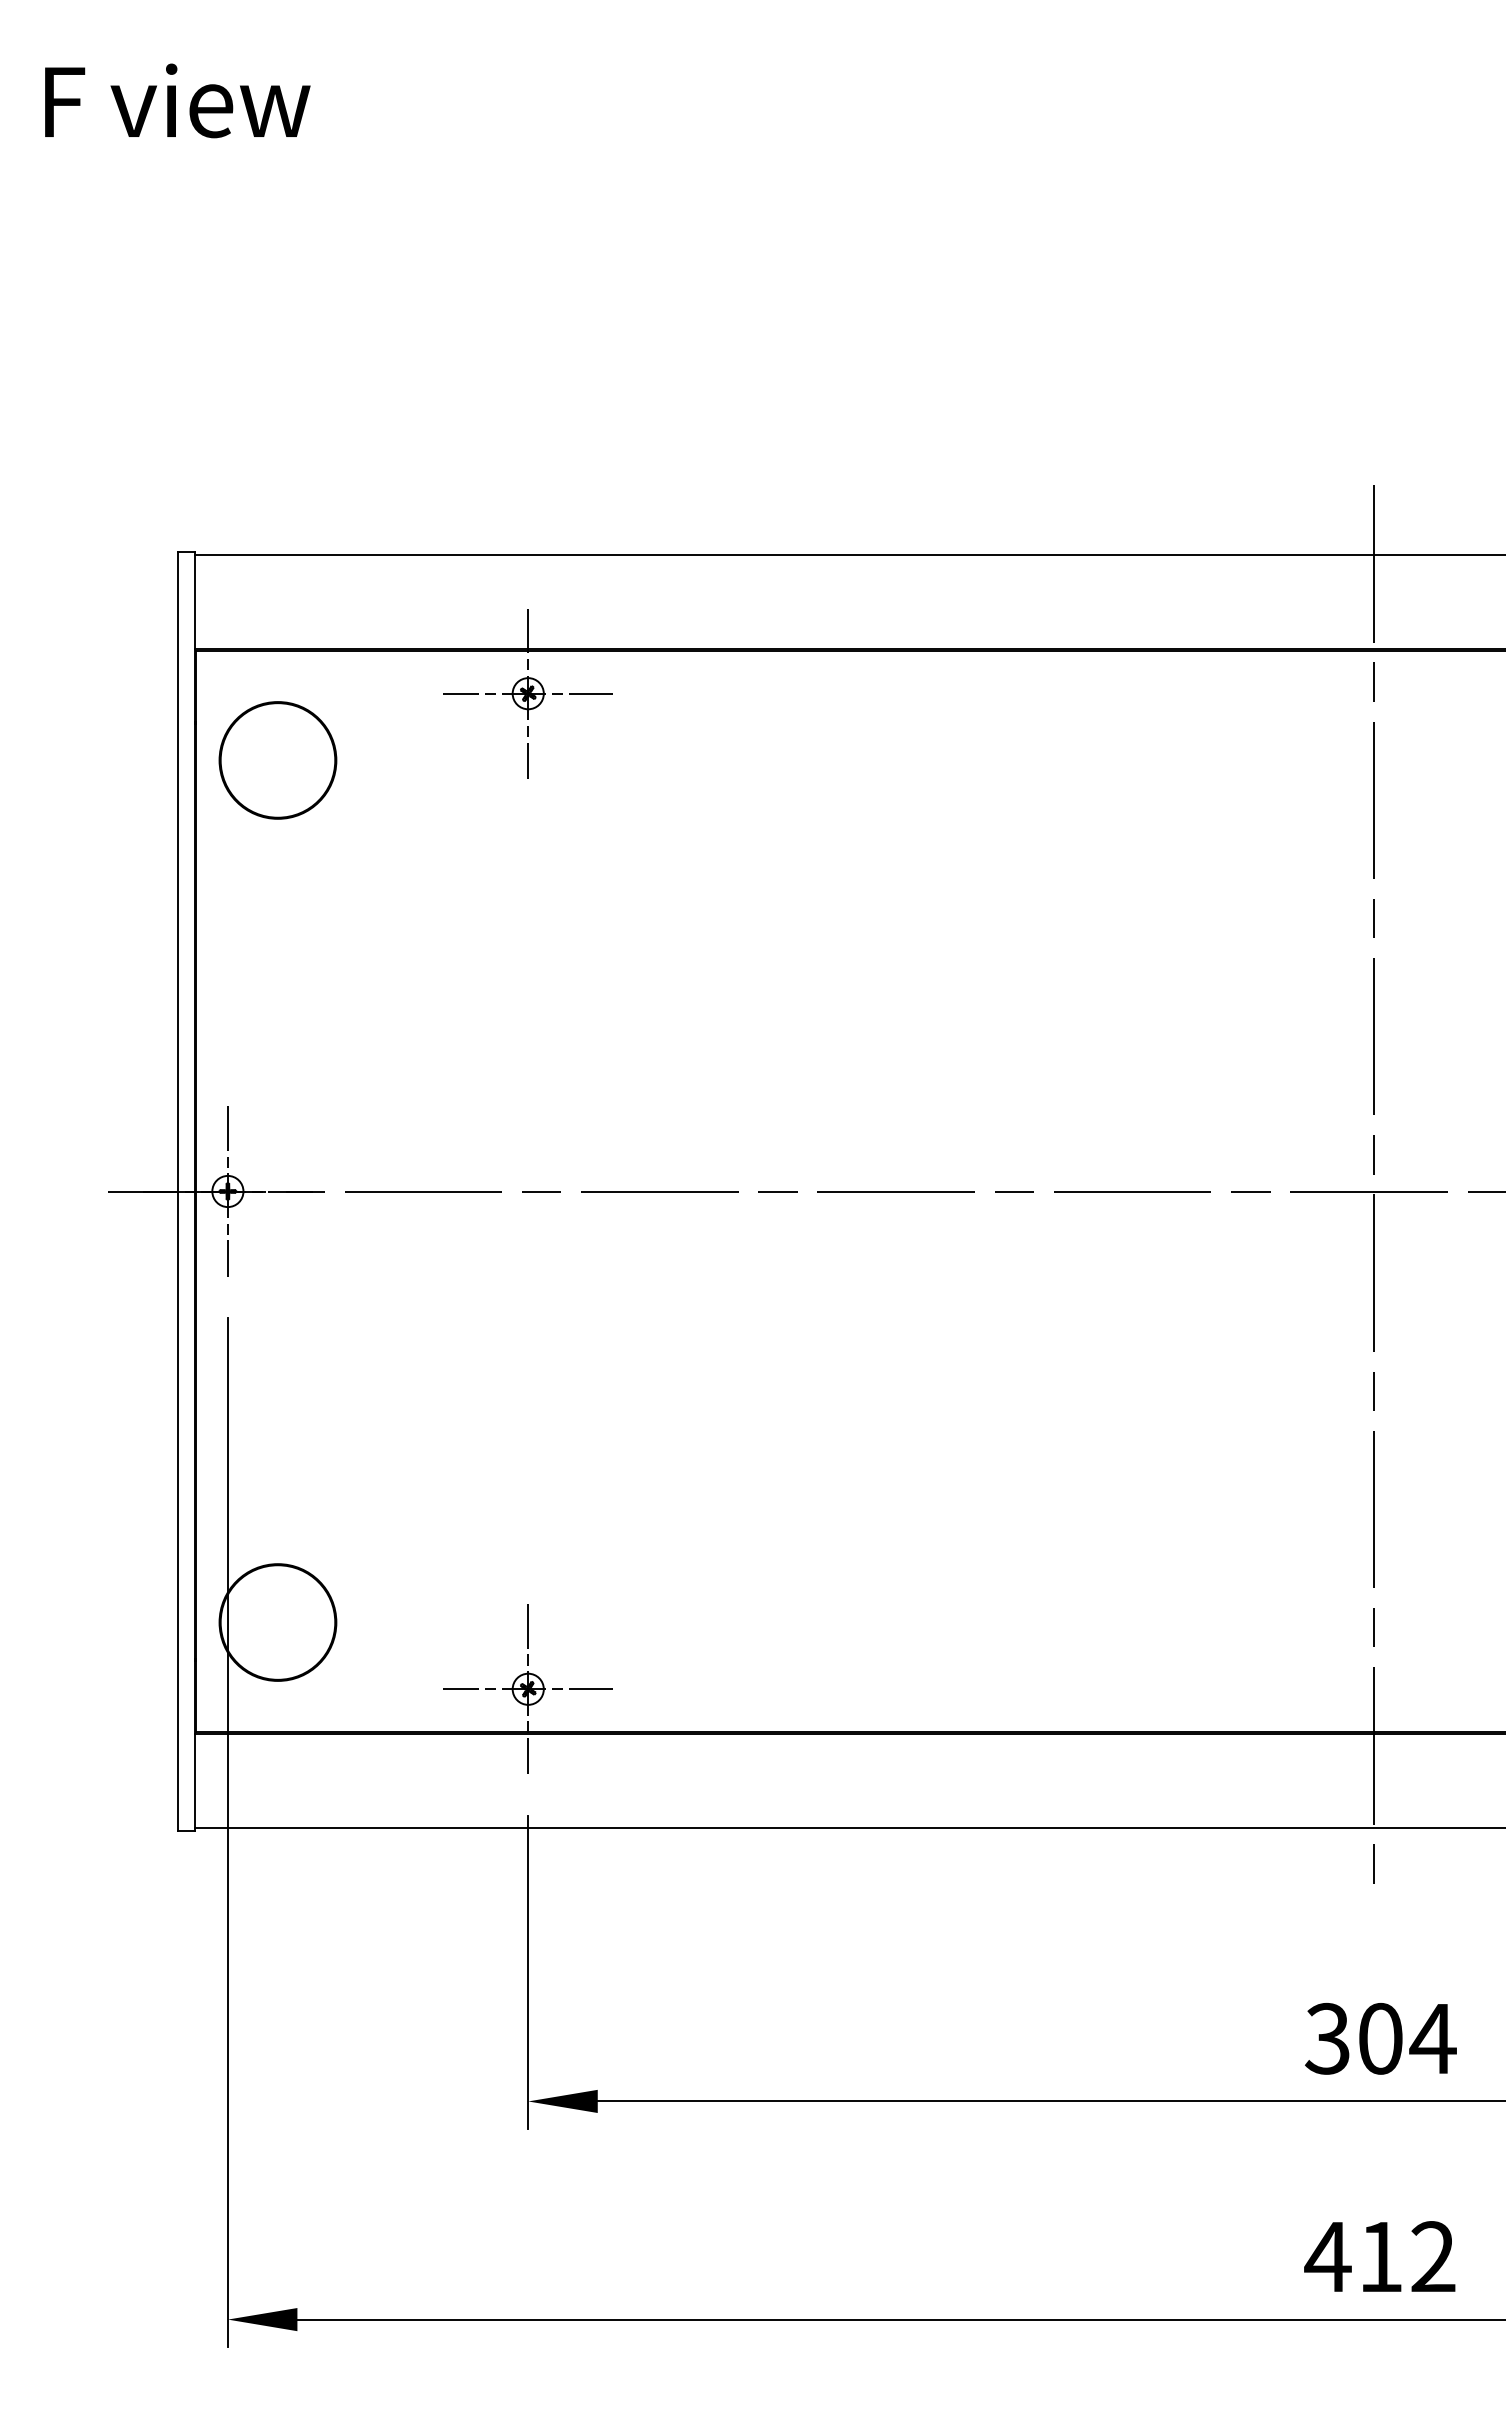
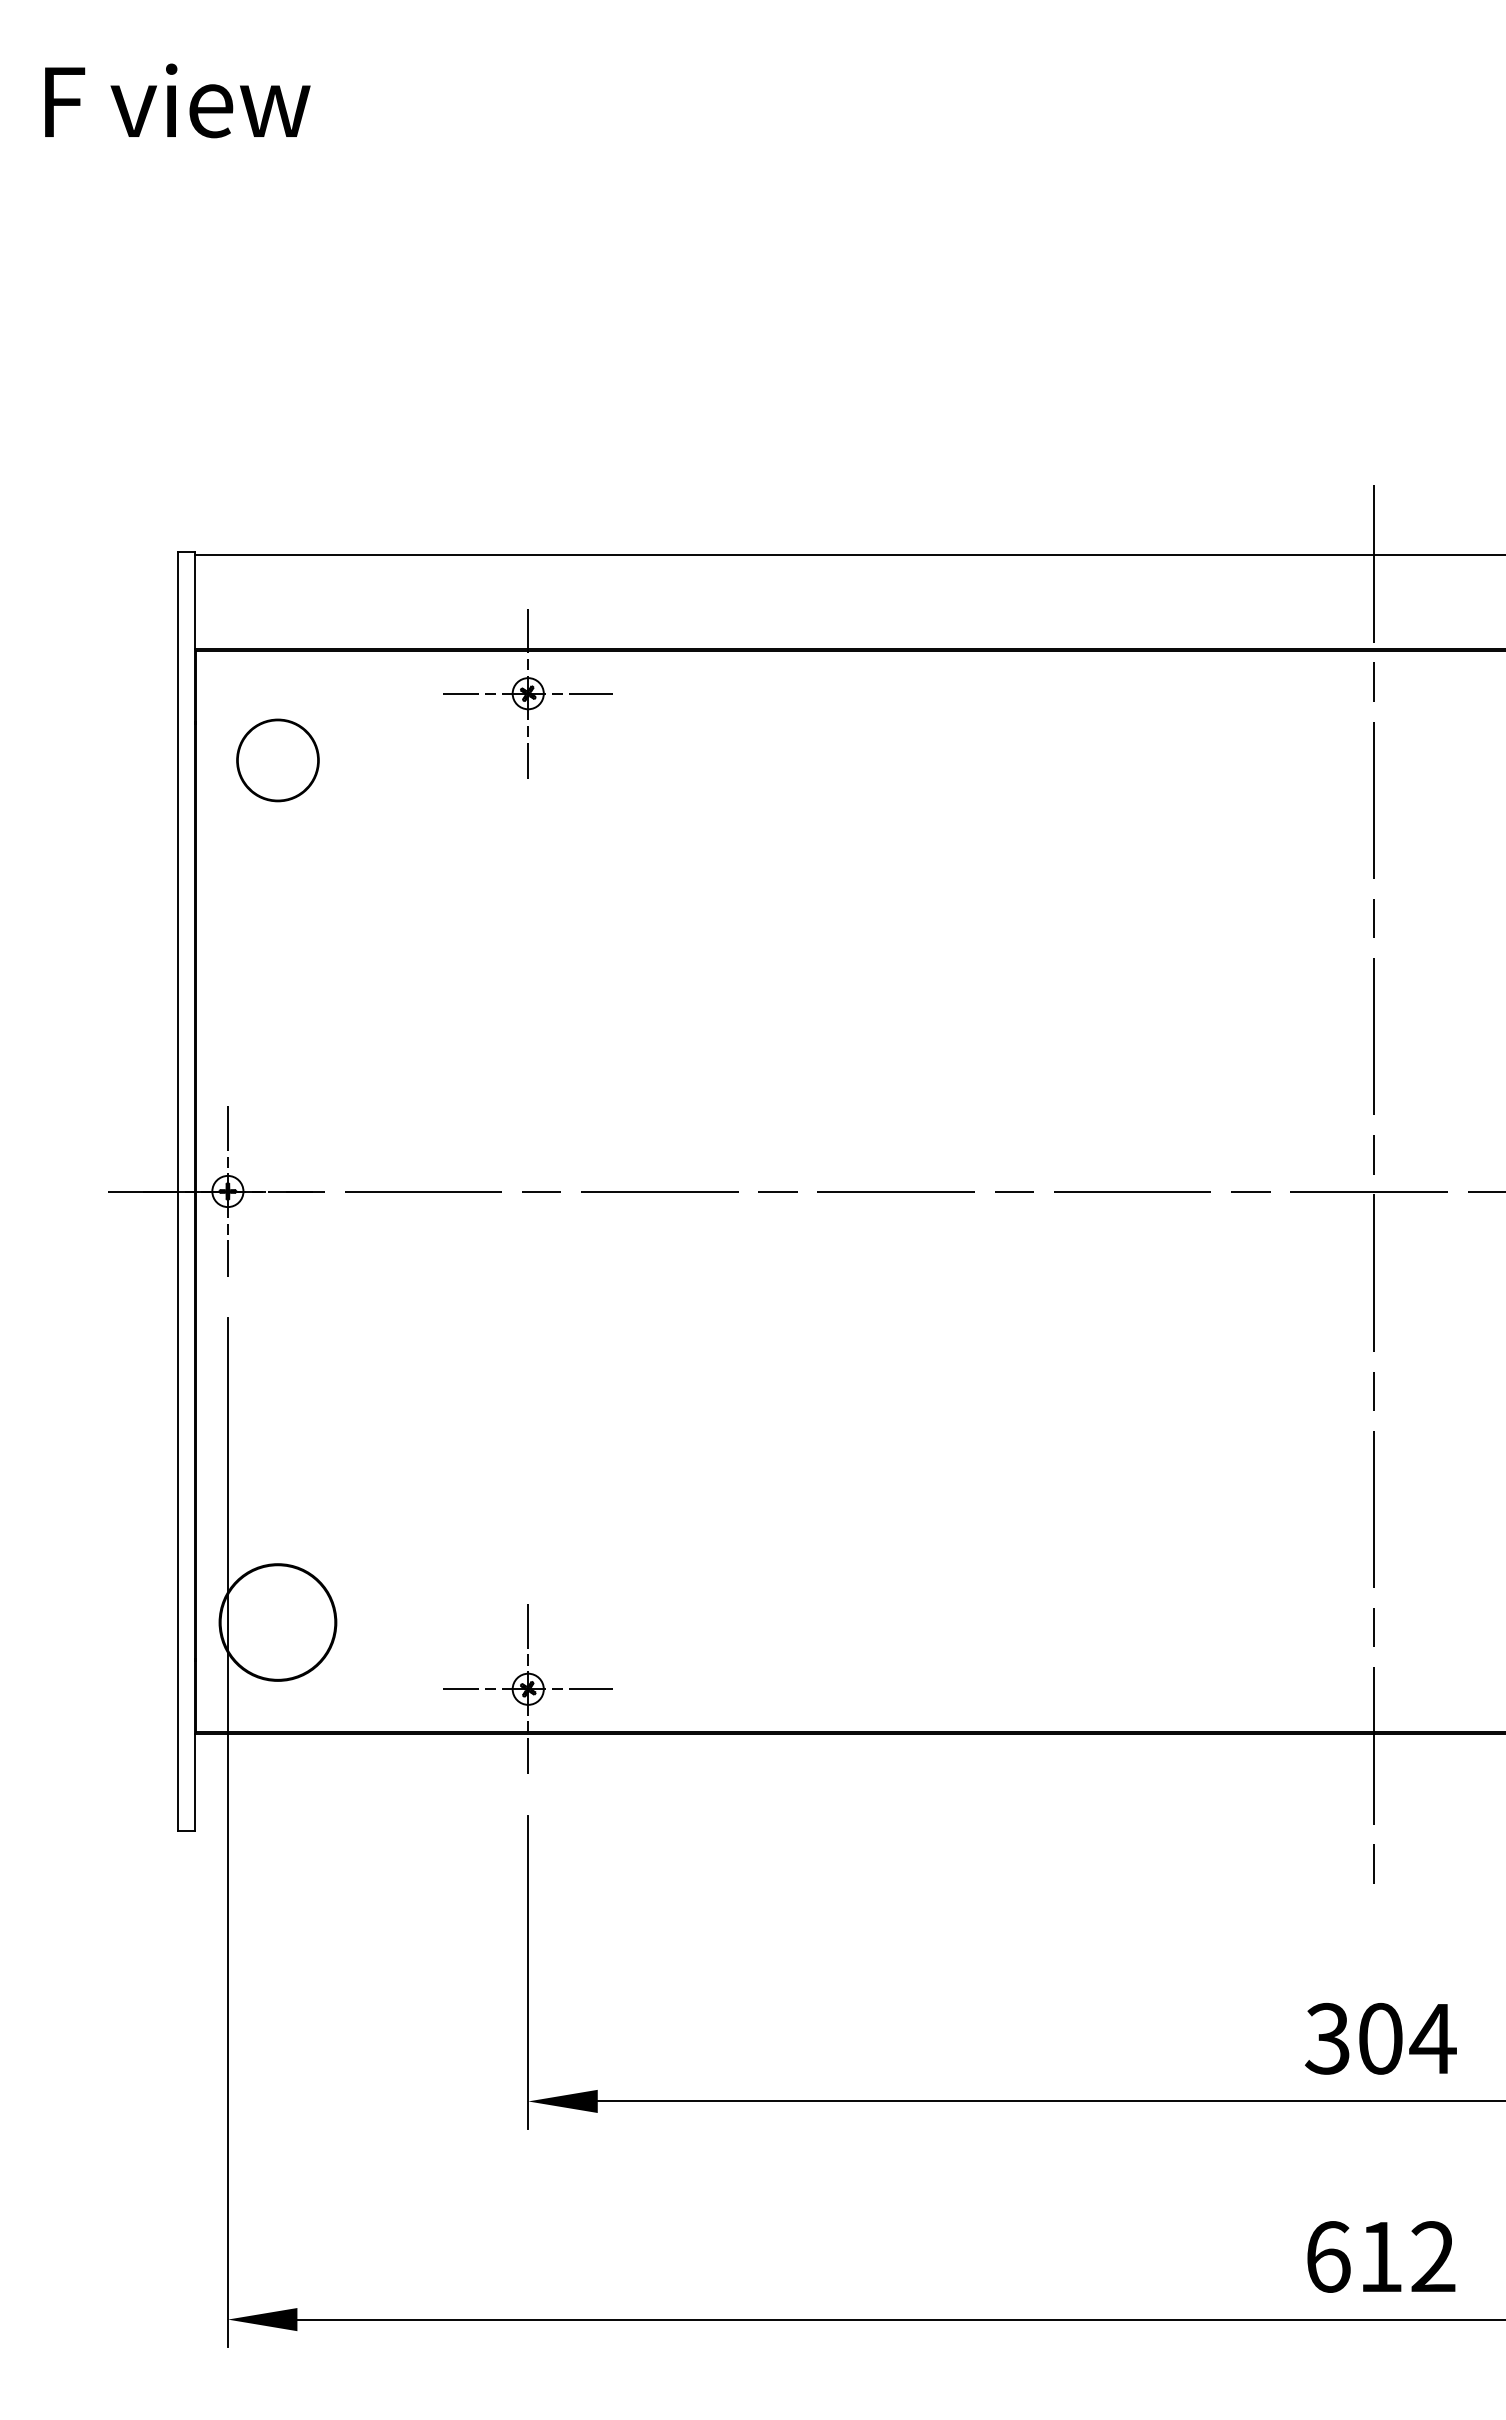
part at (277, 760) size: 120x119 px -> 84x85 px
line at (848, 1828): present -> none
text at (1327, 2256): 412 -> 612
